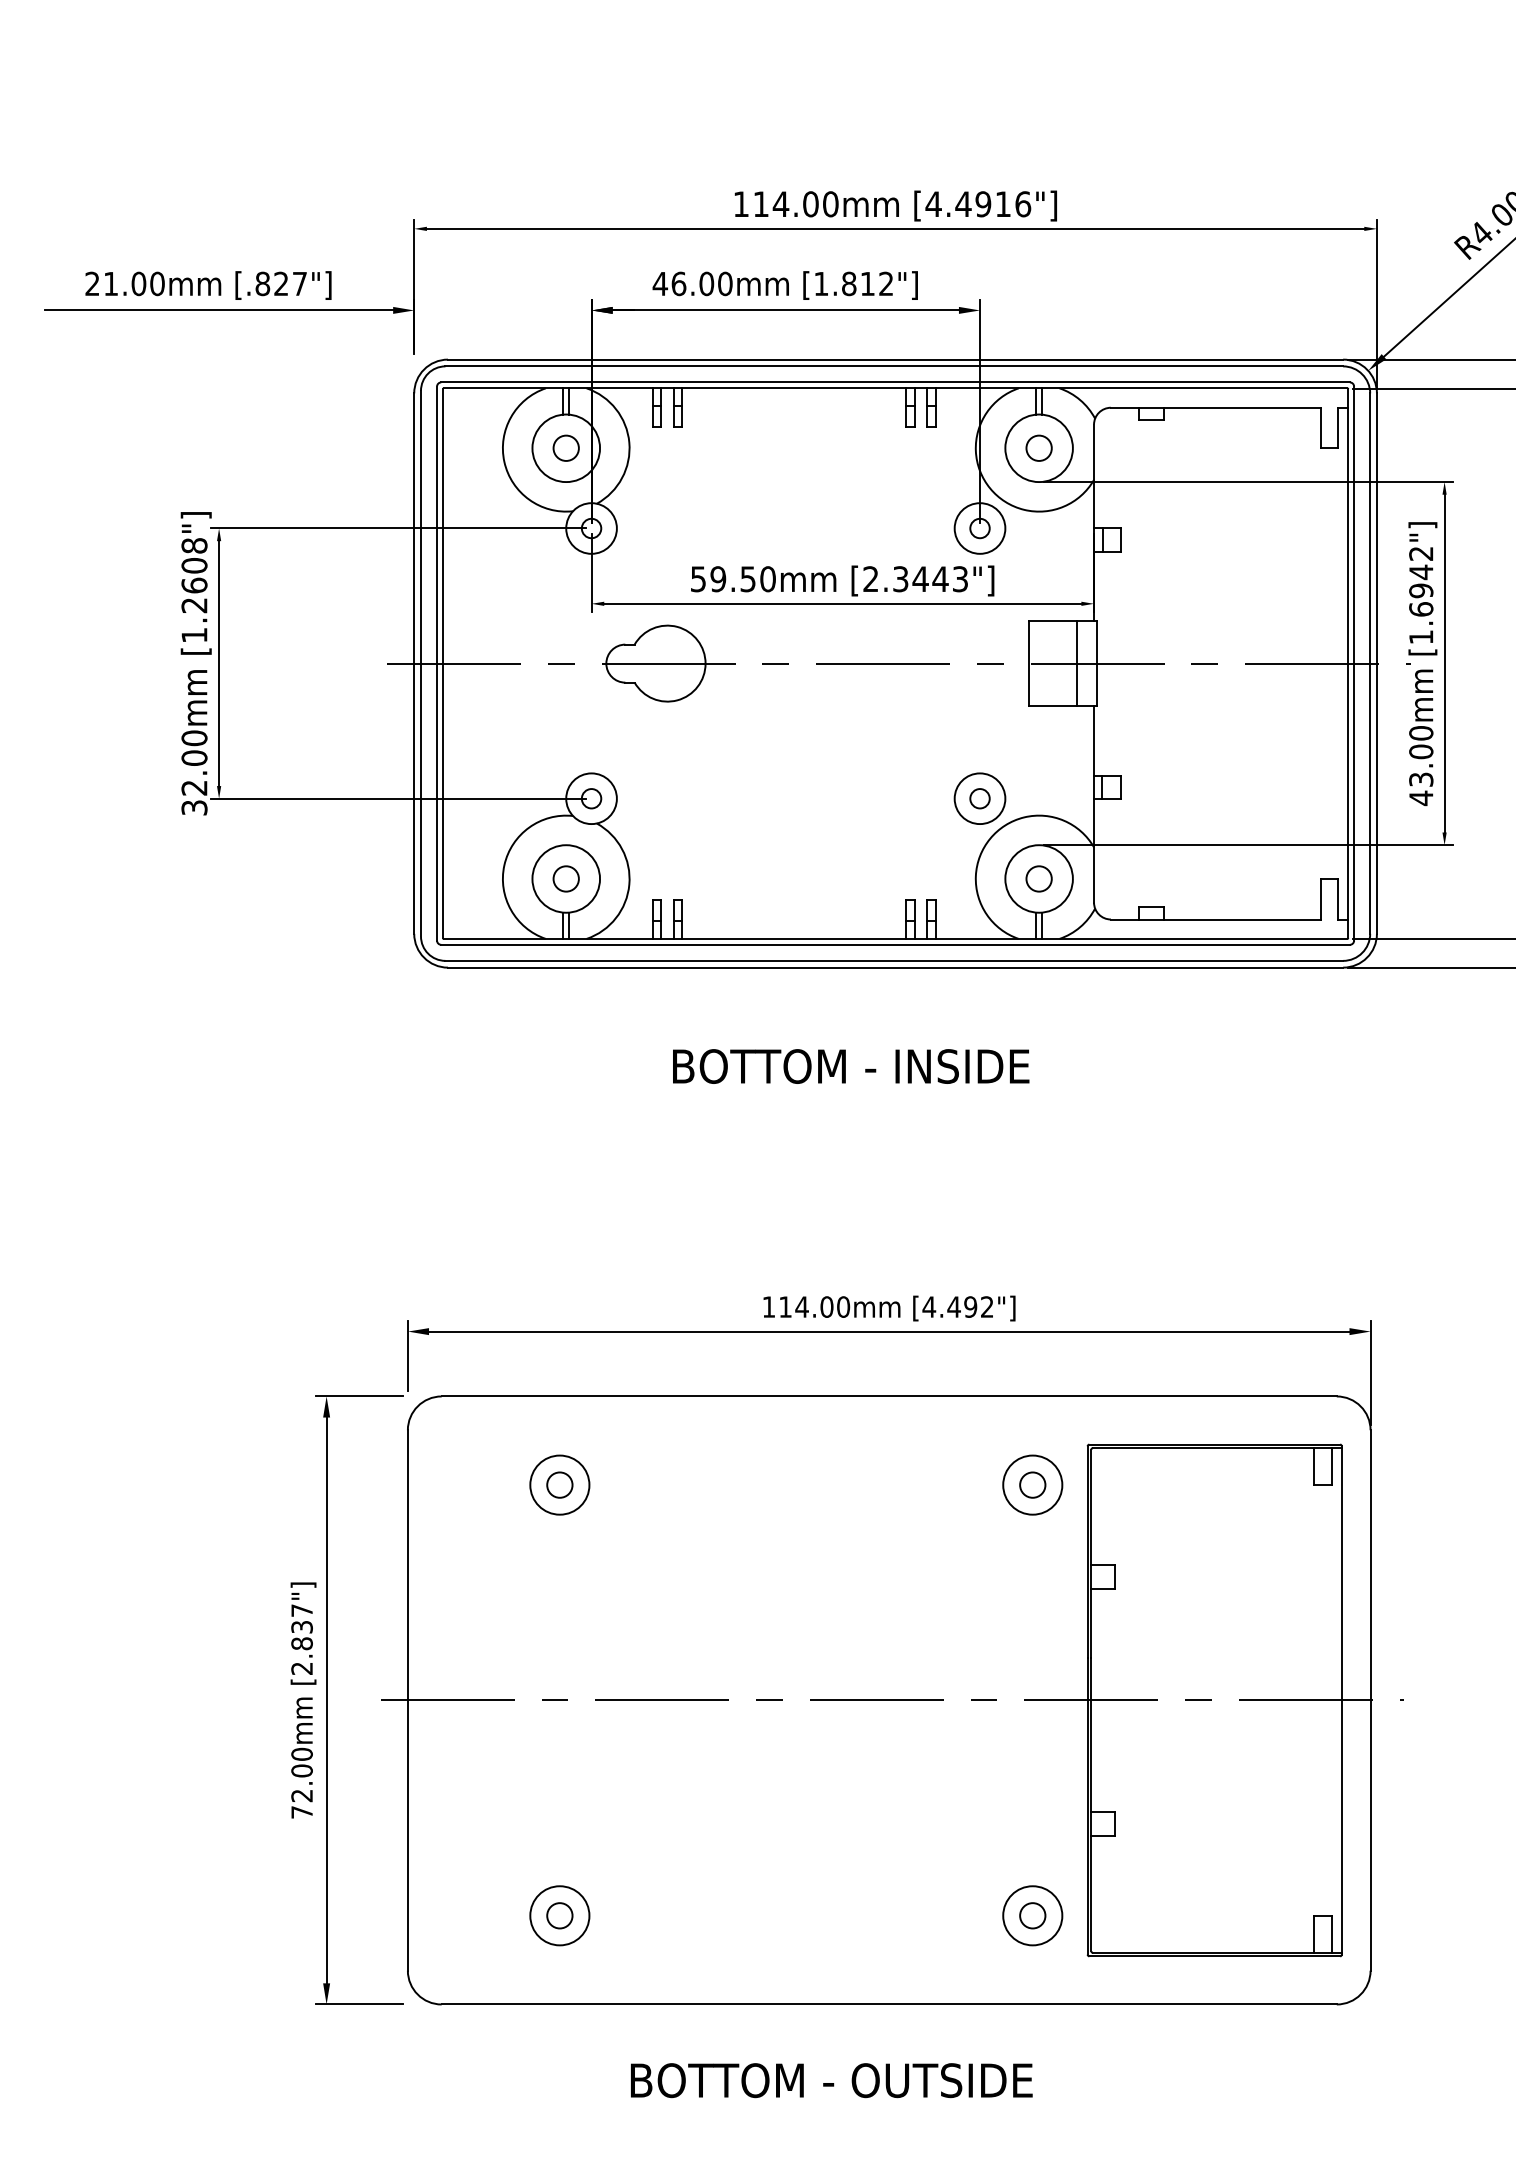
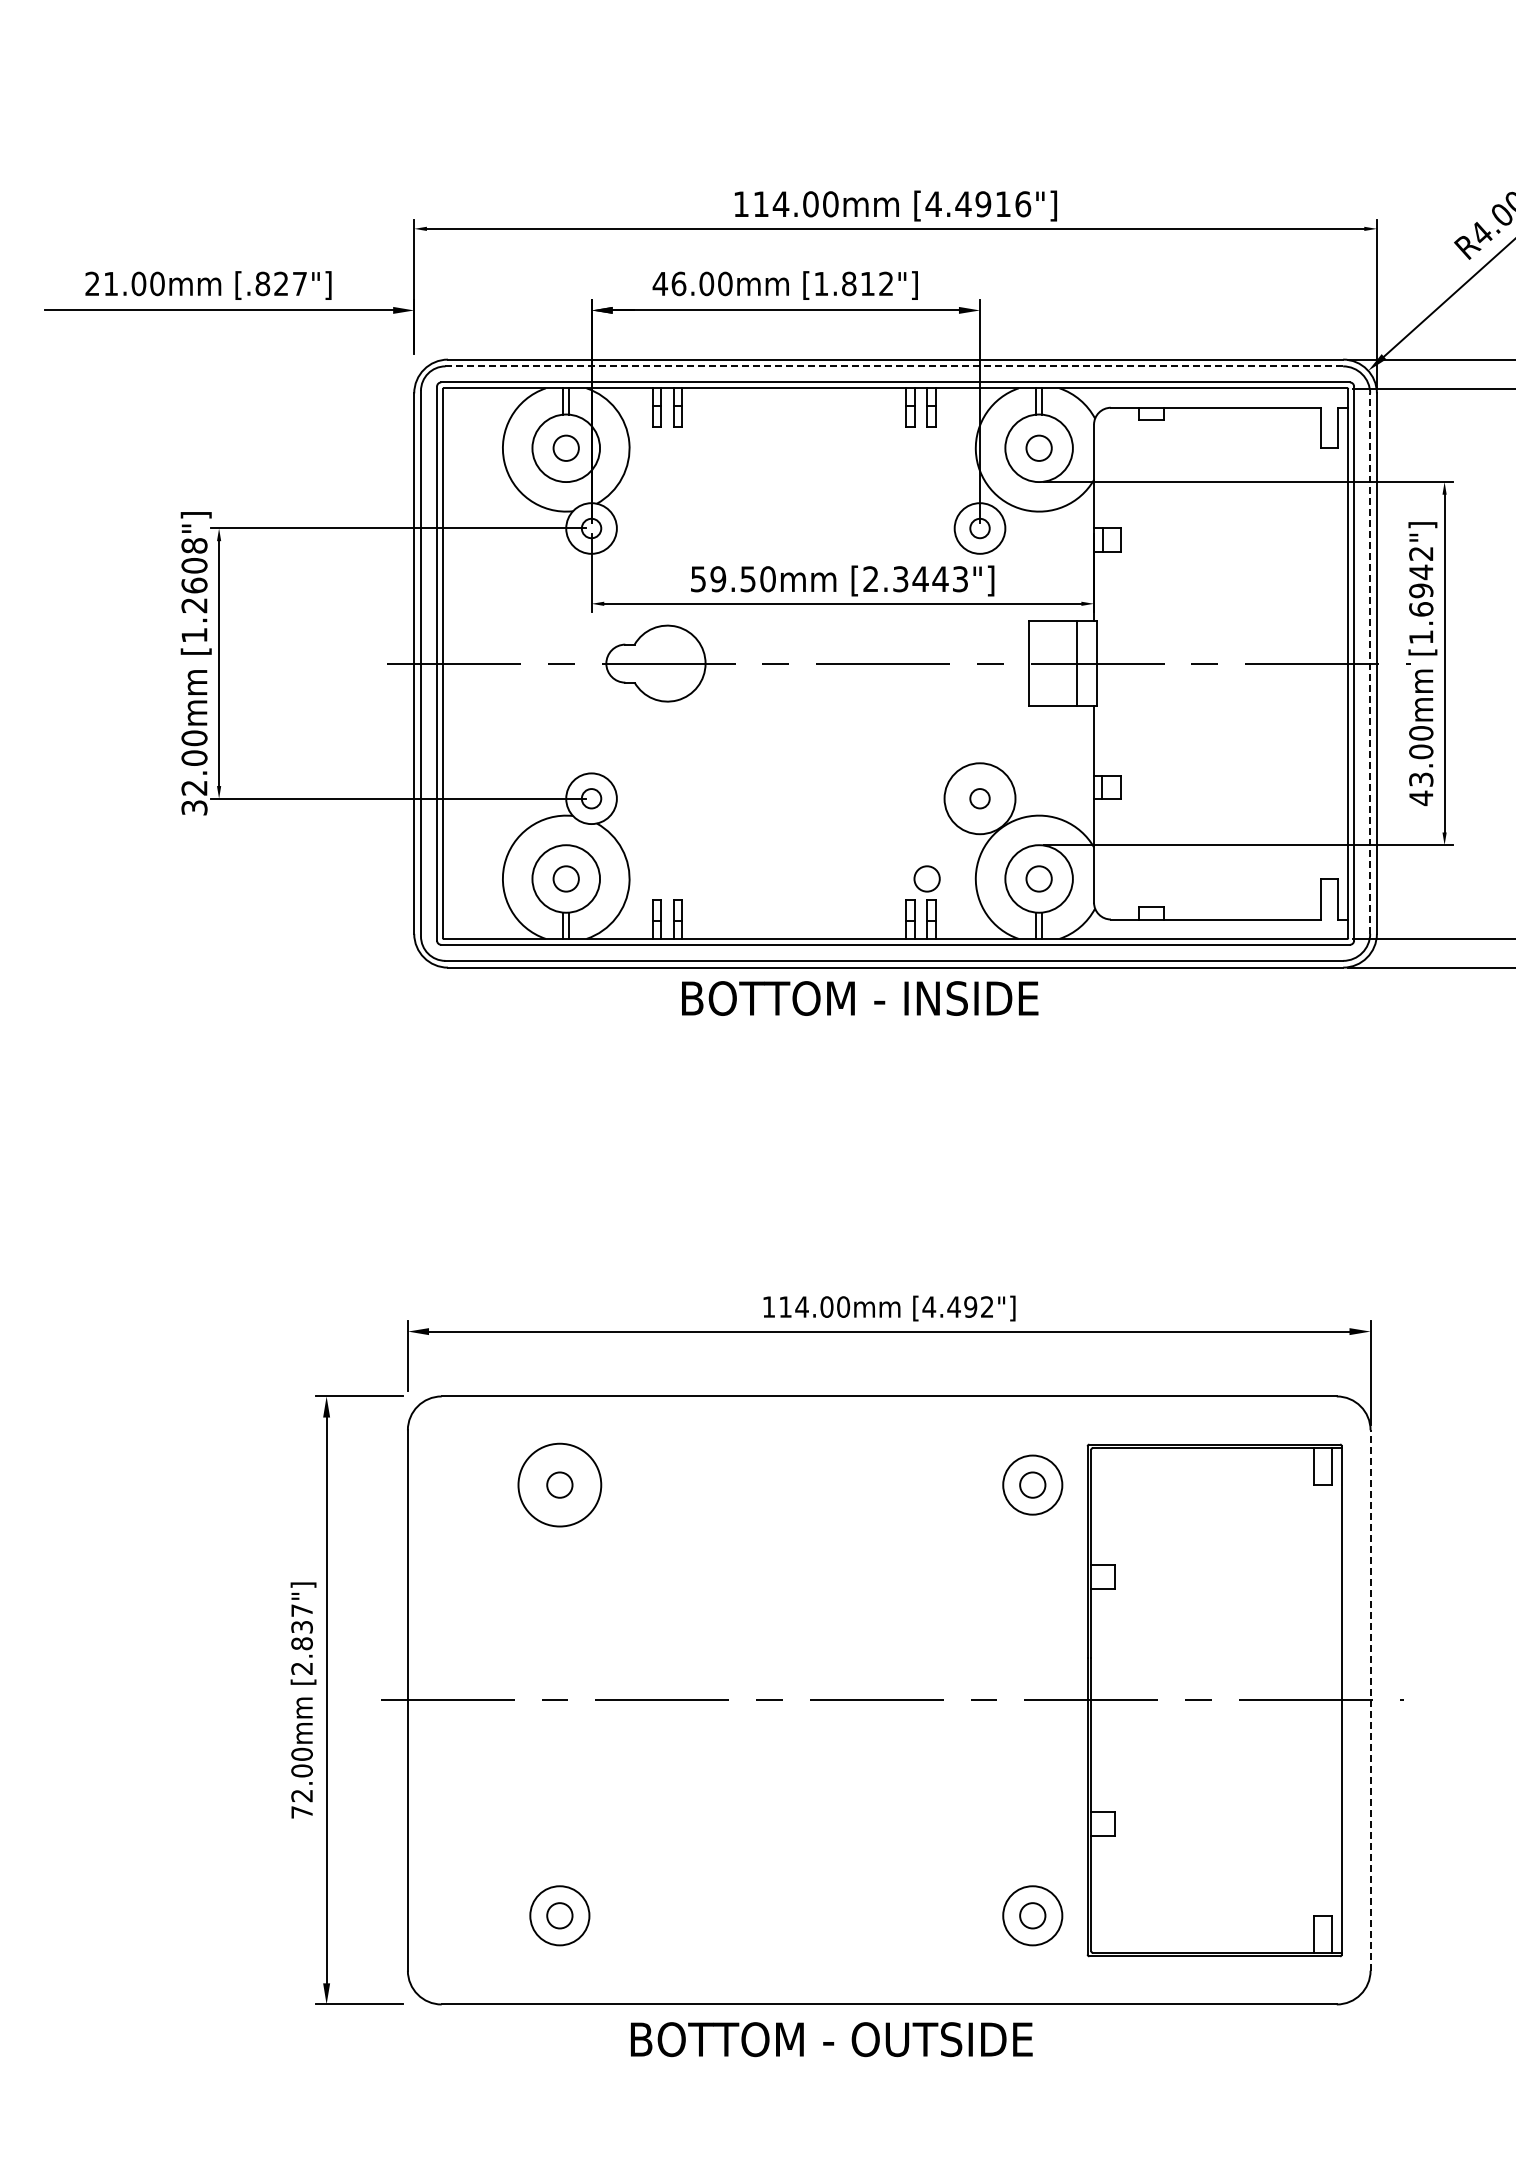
line at (894, 366): solid -> dashed
line at (1370, 663): solid -> dashed
circle at (979, 798) diameter: 51 px -> 71 px
circle at (926, 878): none -> present
text at (851, 1066) position: (851, 1066) -> (860, 998)
circle at (559, 1484) diameter: 59 px -> 83 px
line at (1370, 1699): solid -> dashed
text at (831, 2080) position: (831, 2080) -> (831, 2039)
